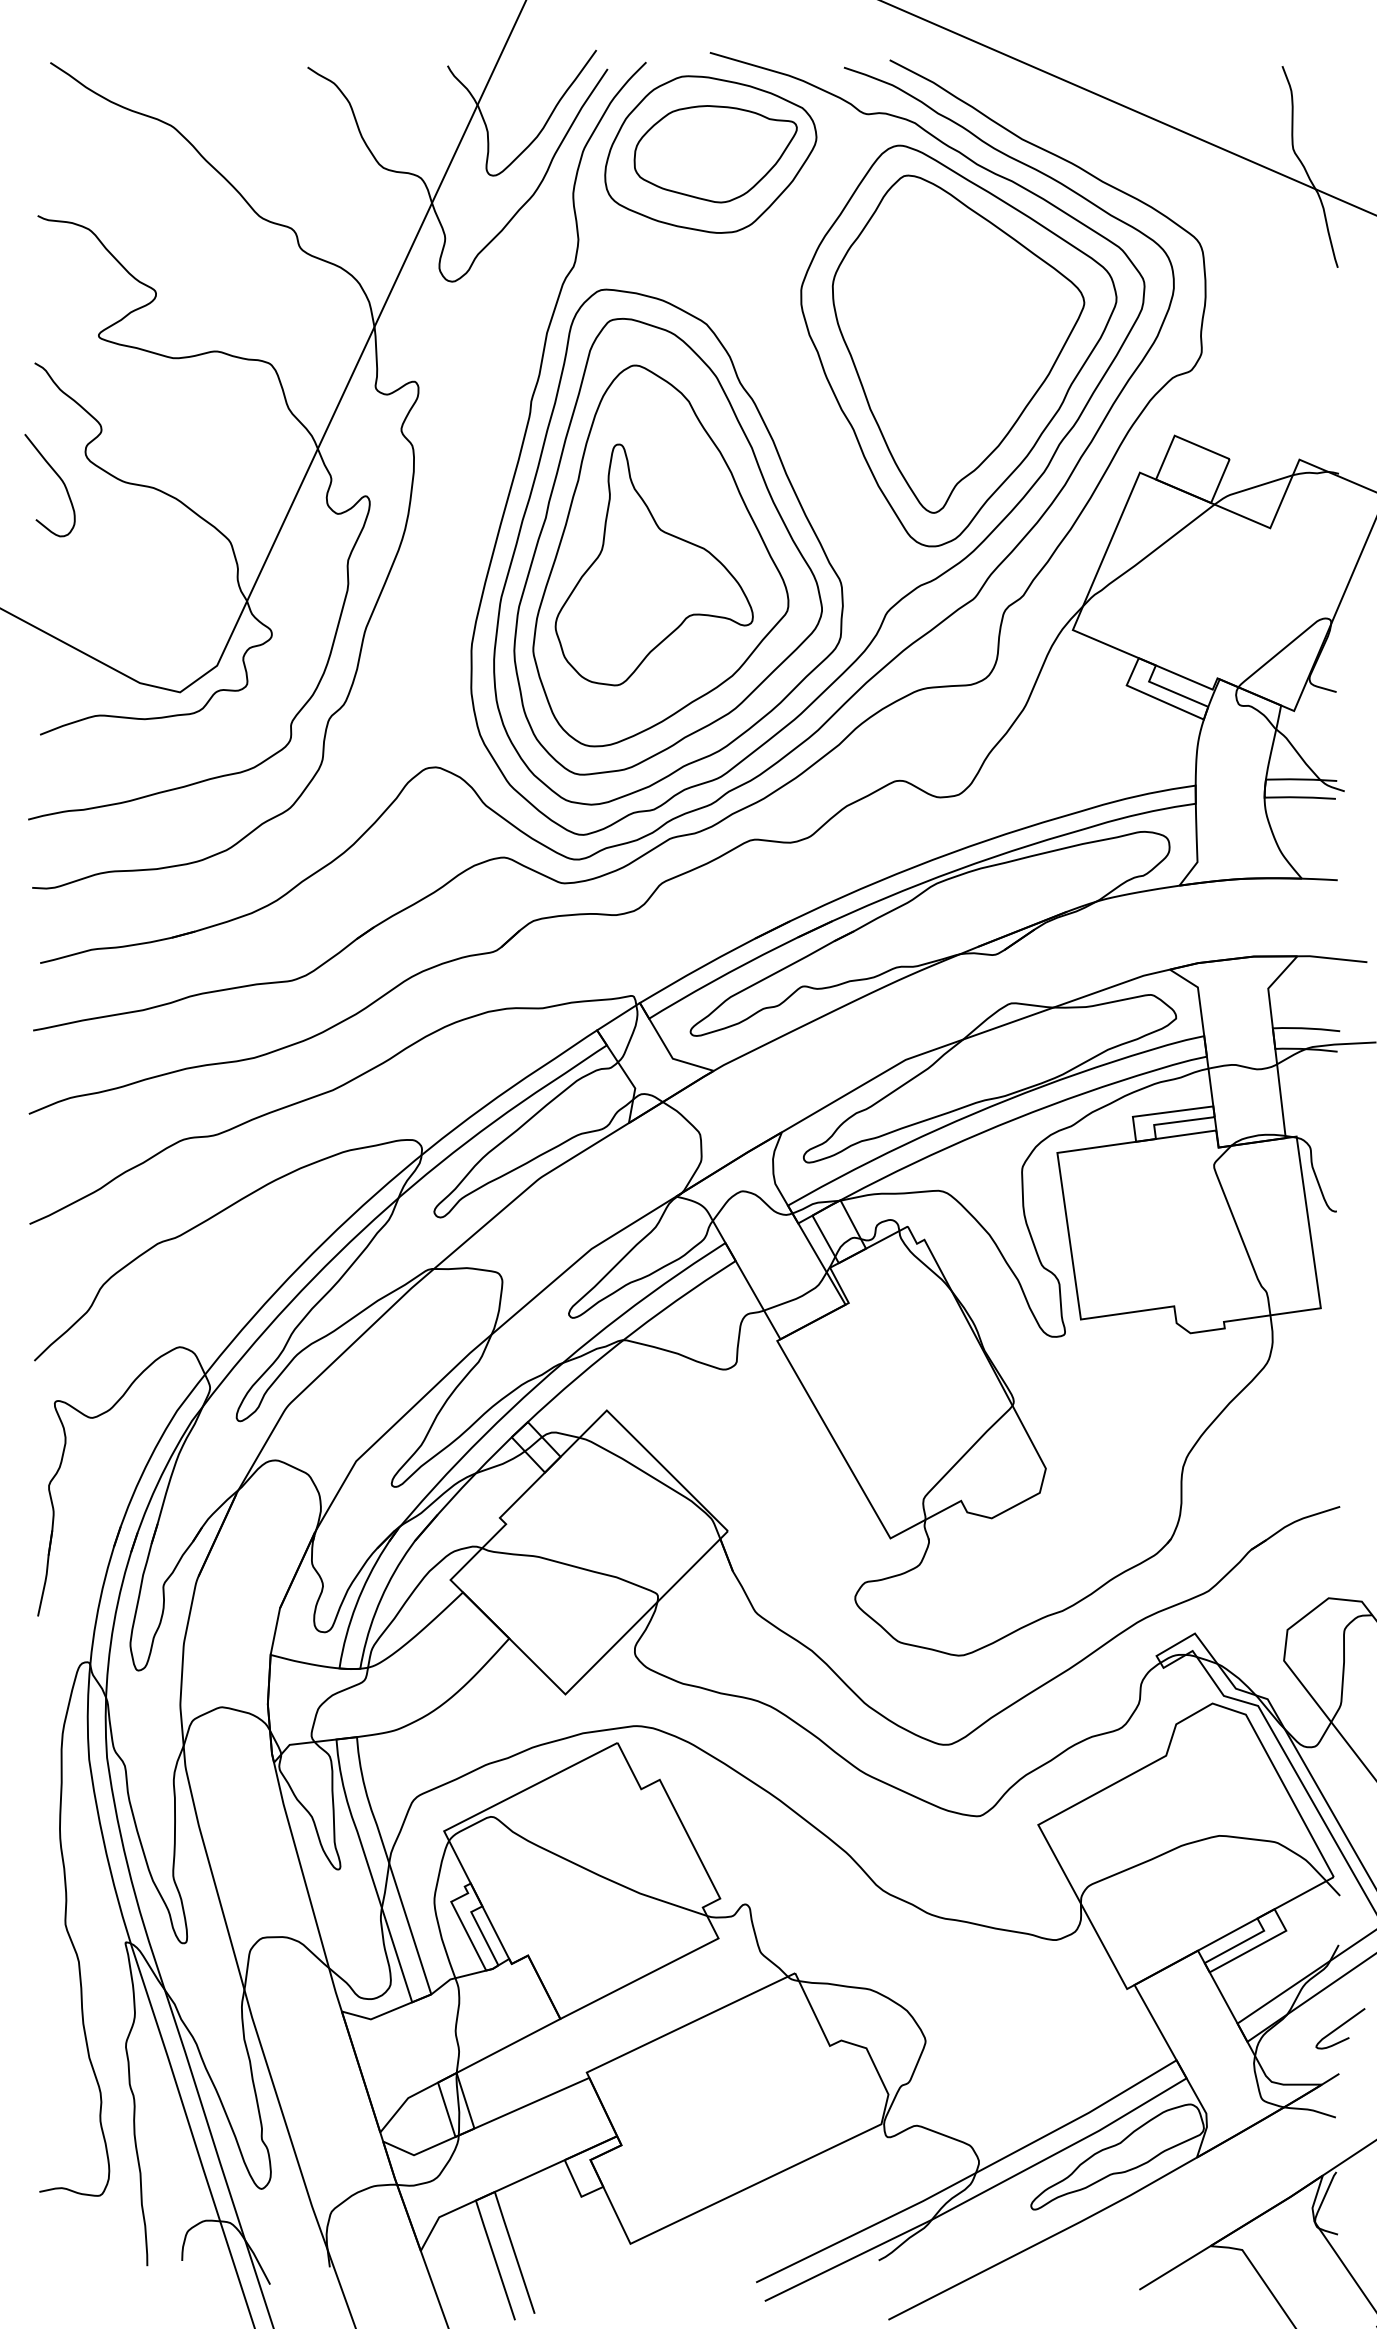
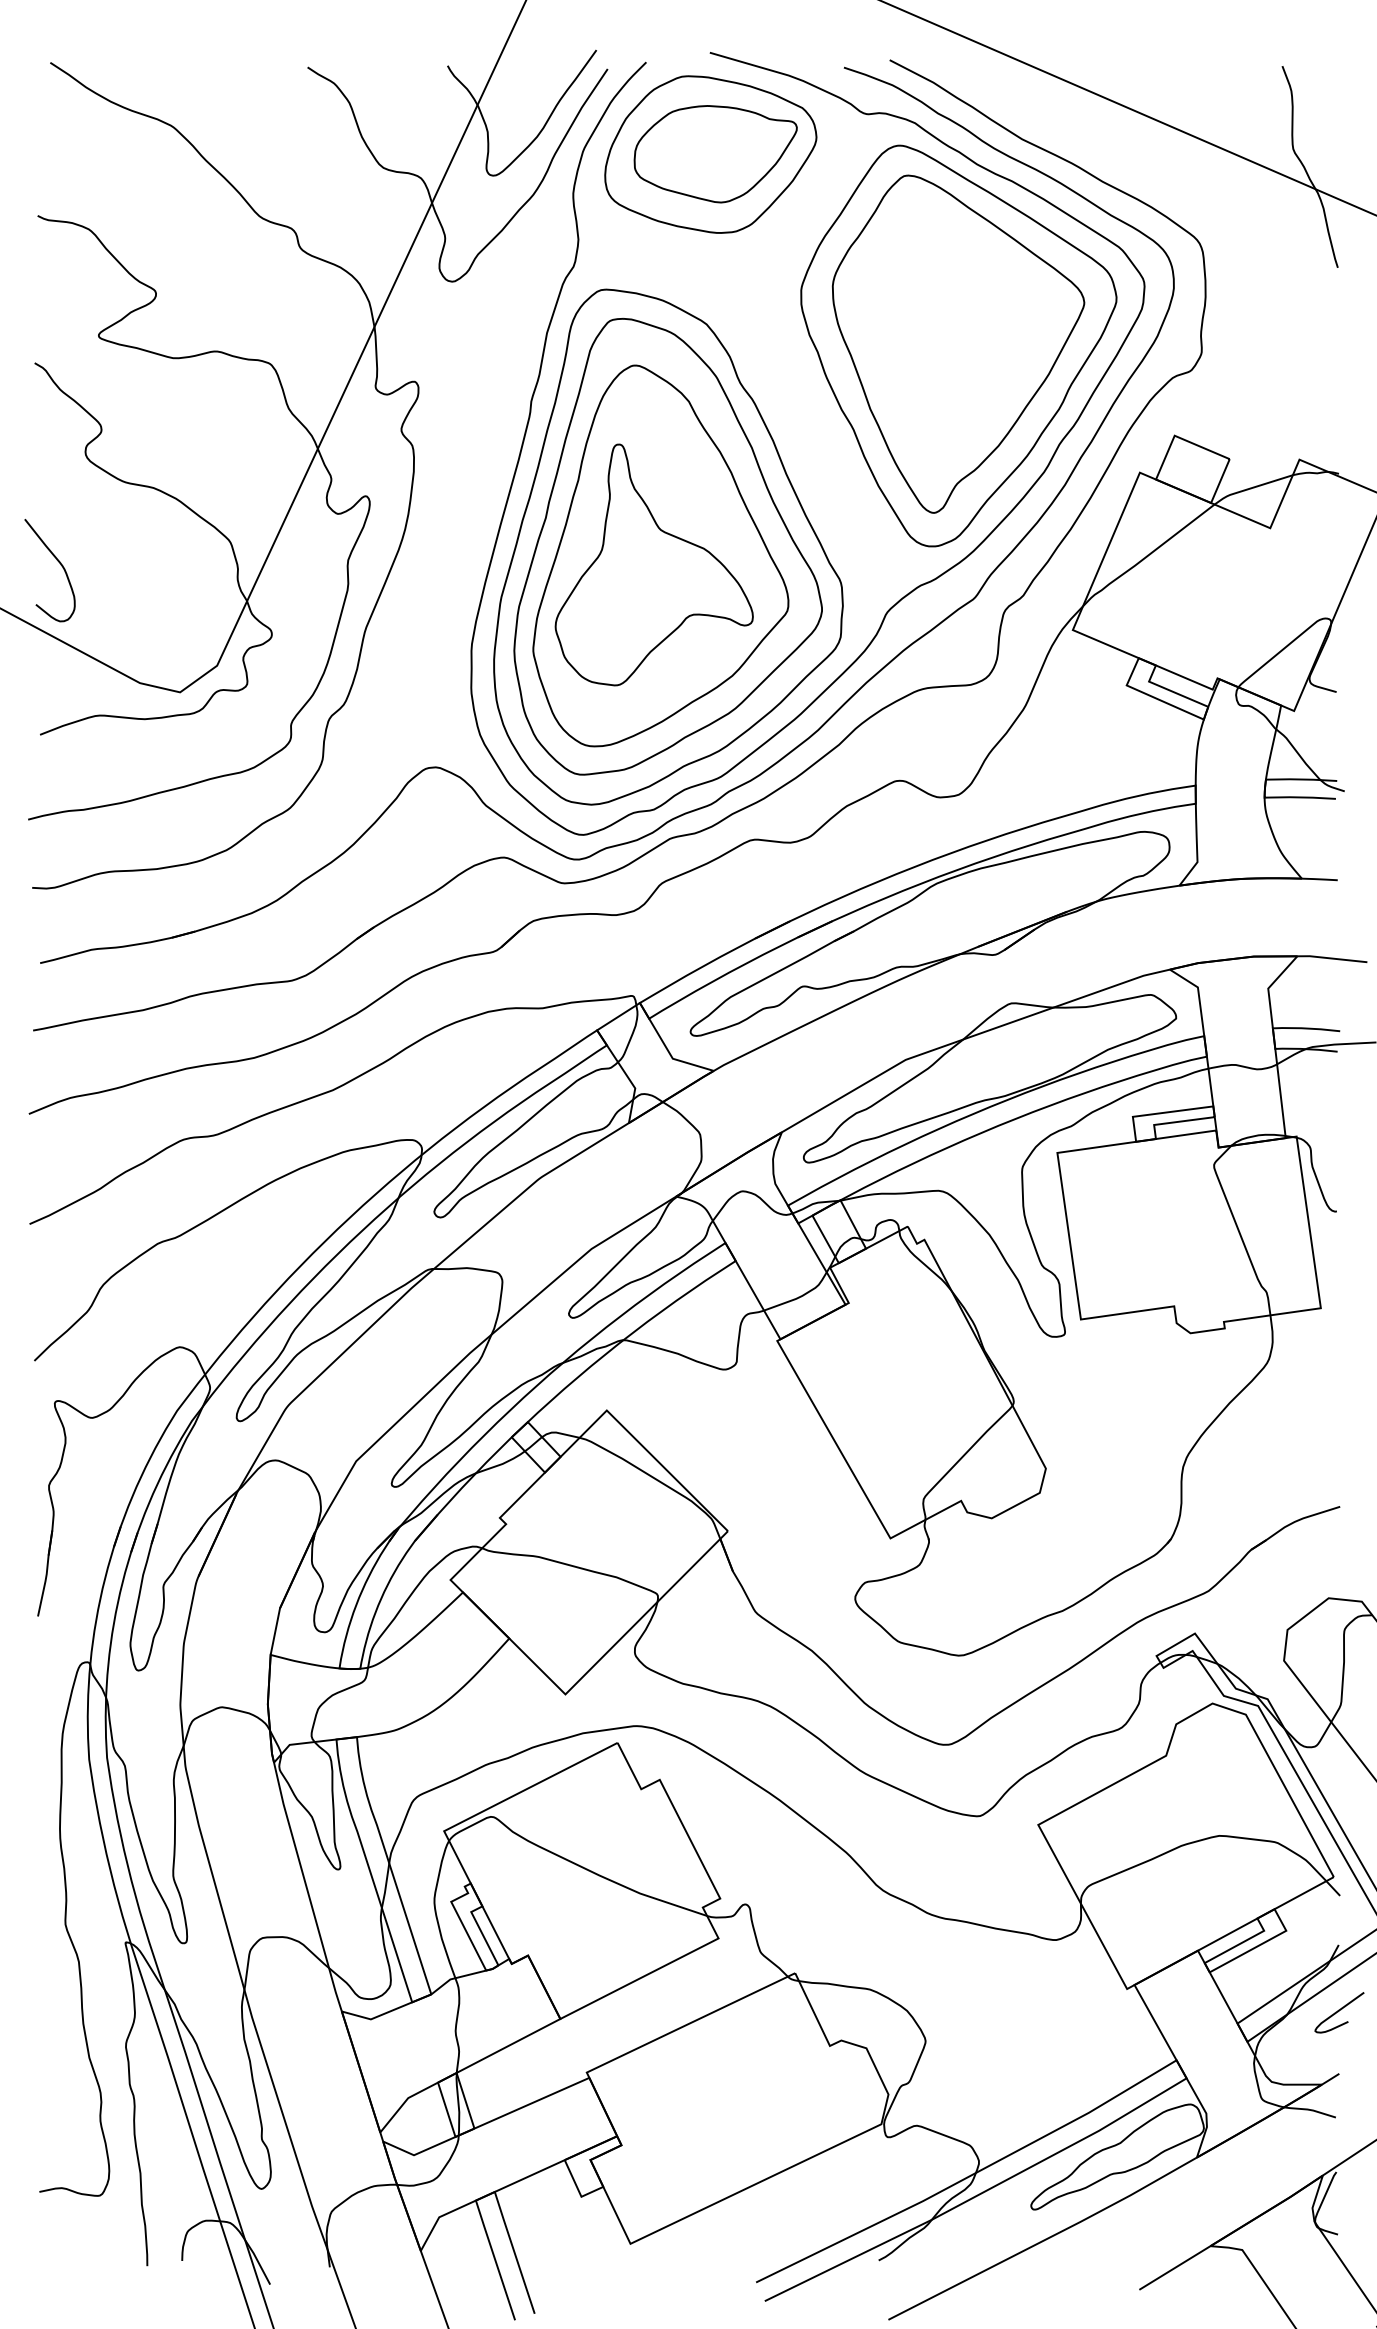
curve at (57, 476) position: (57, 476) -> (57, 561)
curve at (1340, 2027) position: (1340, 2027) -> (1339, 2011)
